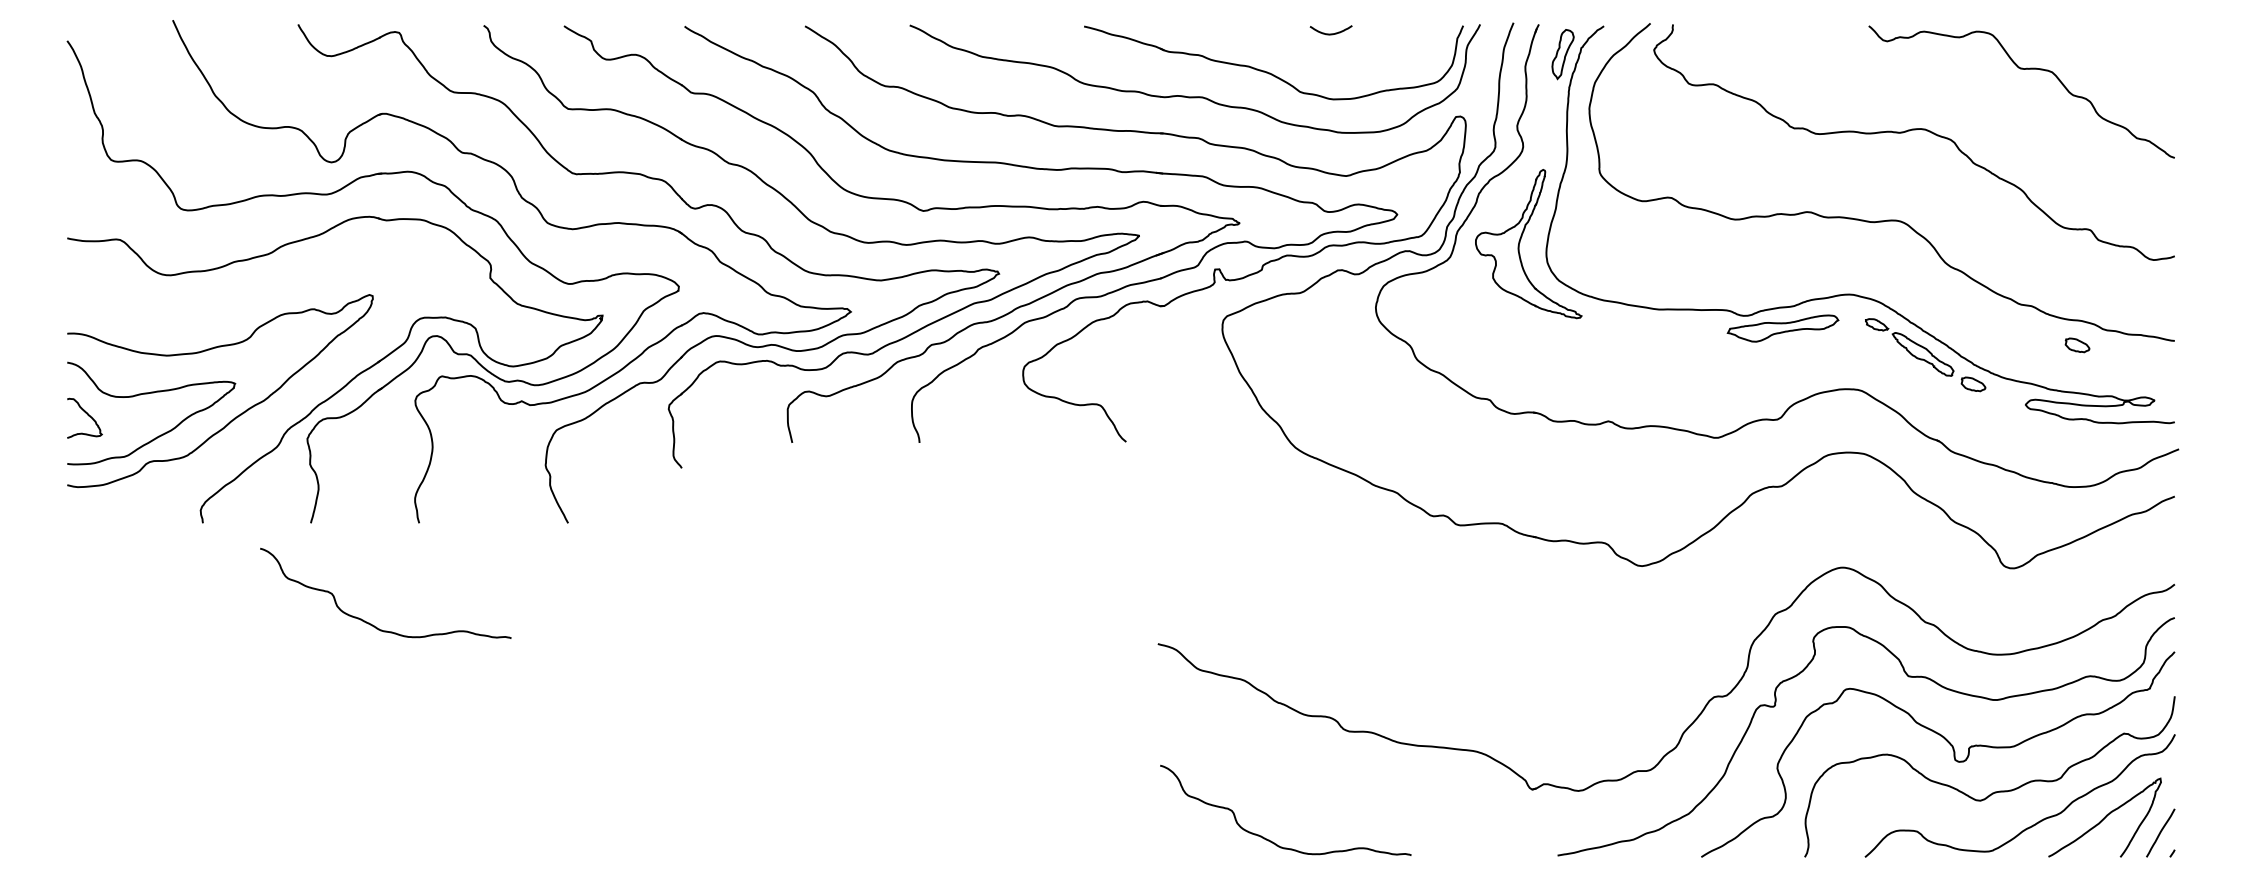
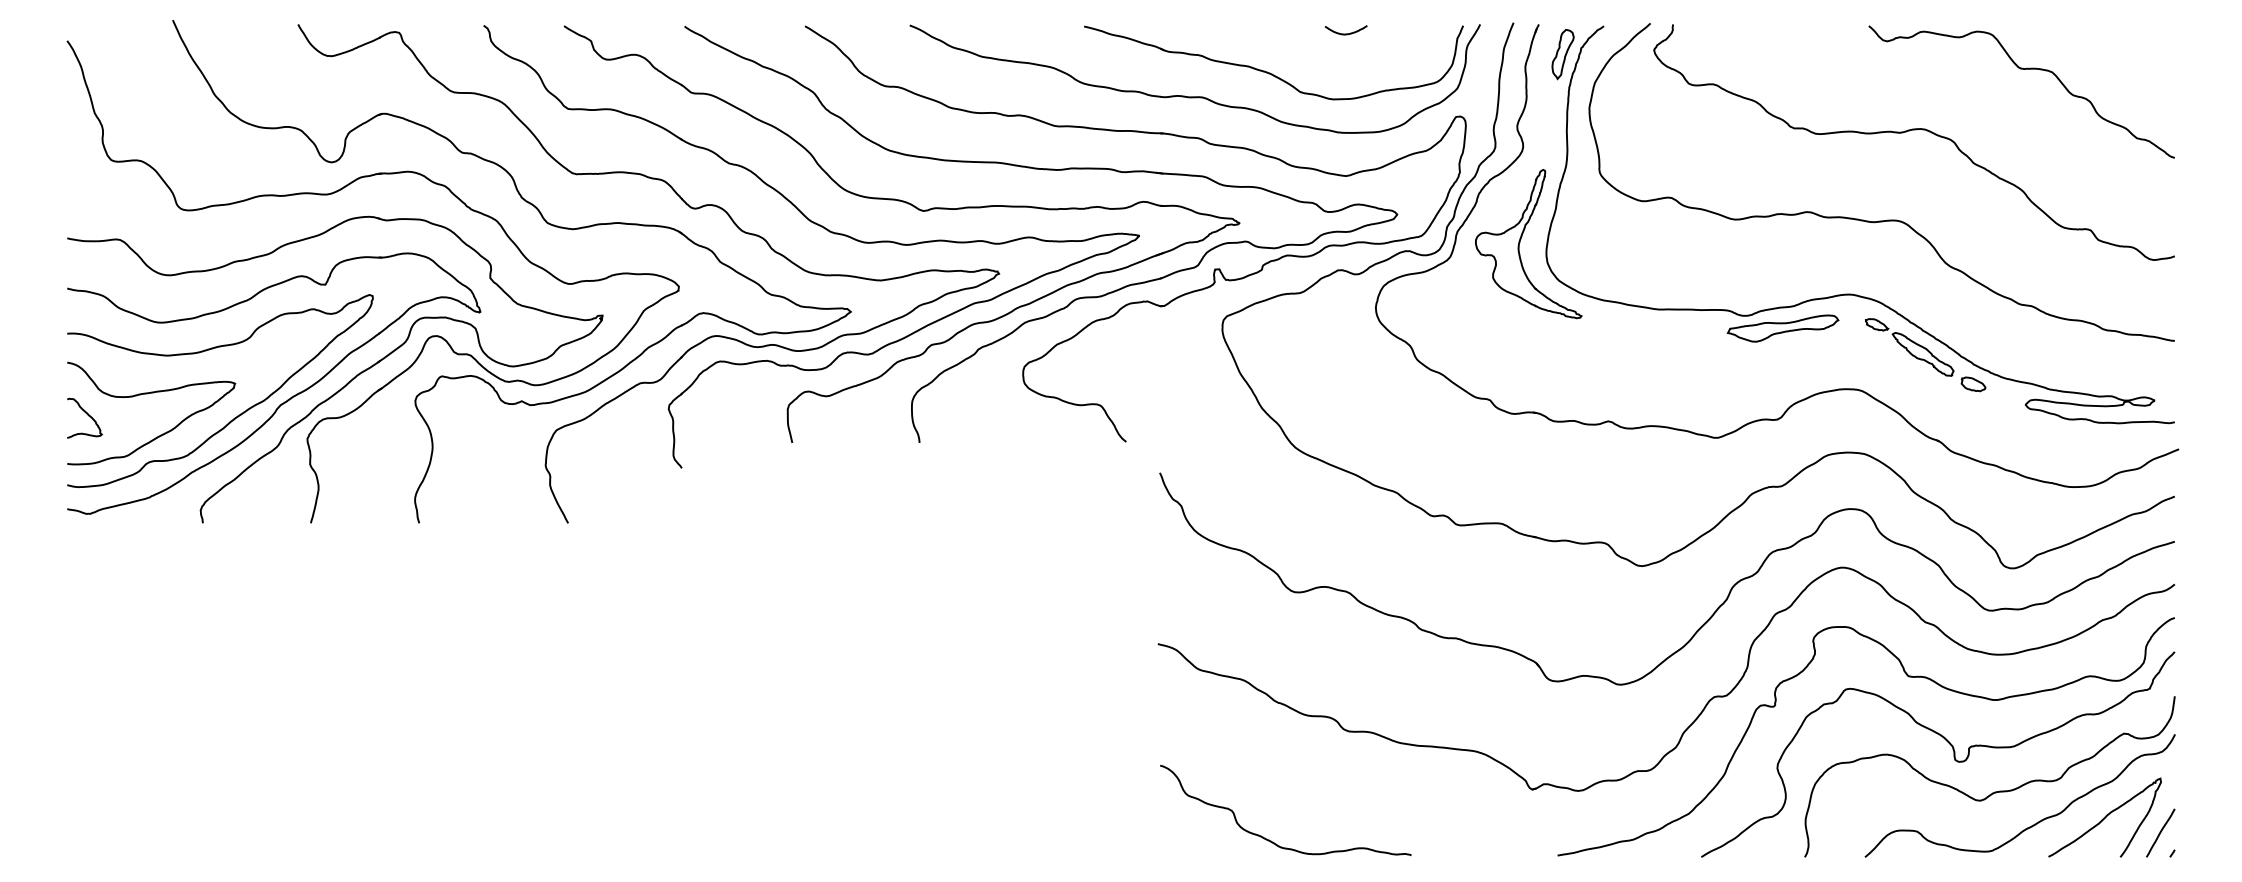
curve at (1330, 33) position: (1330, 33) -> (1345, 33)
part at (2077, 345): present -> none
part at (284, 401): none -> present
part at (1707, 619): none -> present
curve at (369, 622): present -> none
